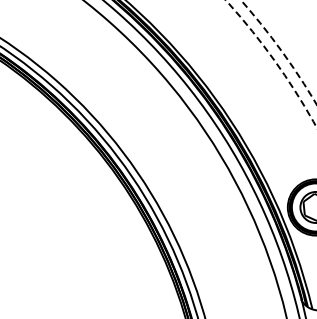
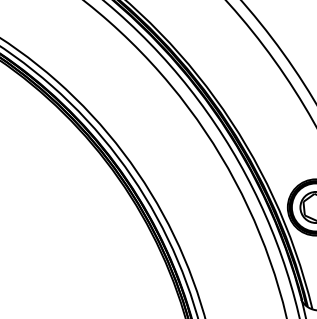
arc at (281, 51): dashed -> solid
arc at (274, 60): dashed -> solid
